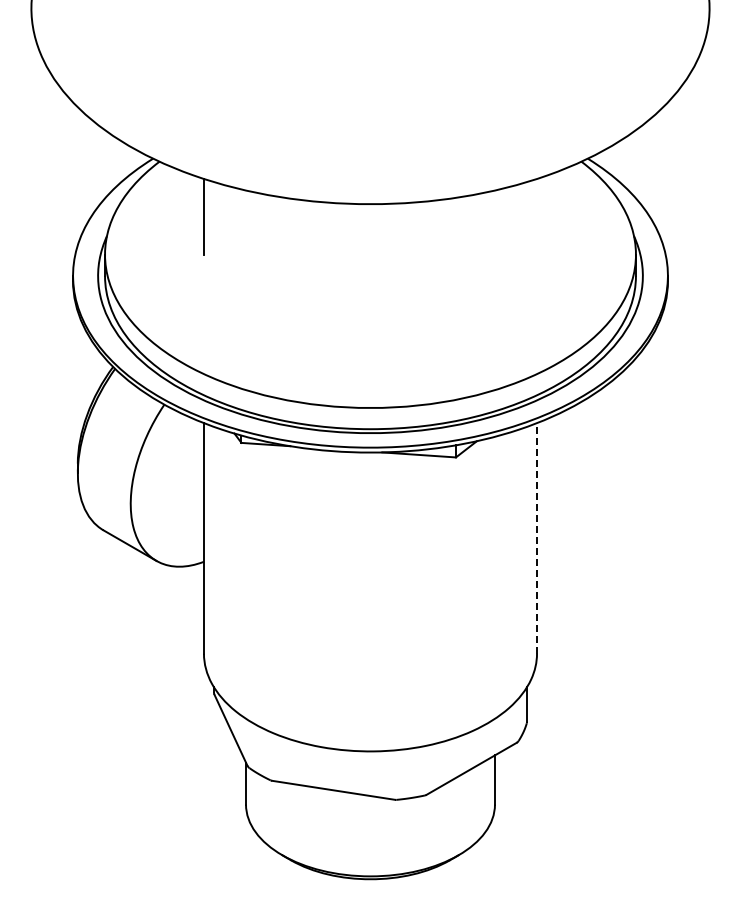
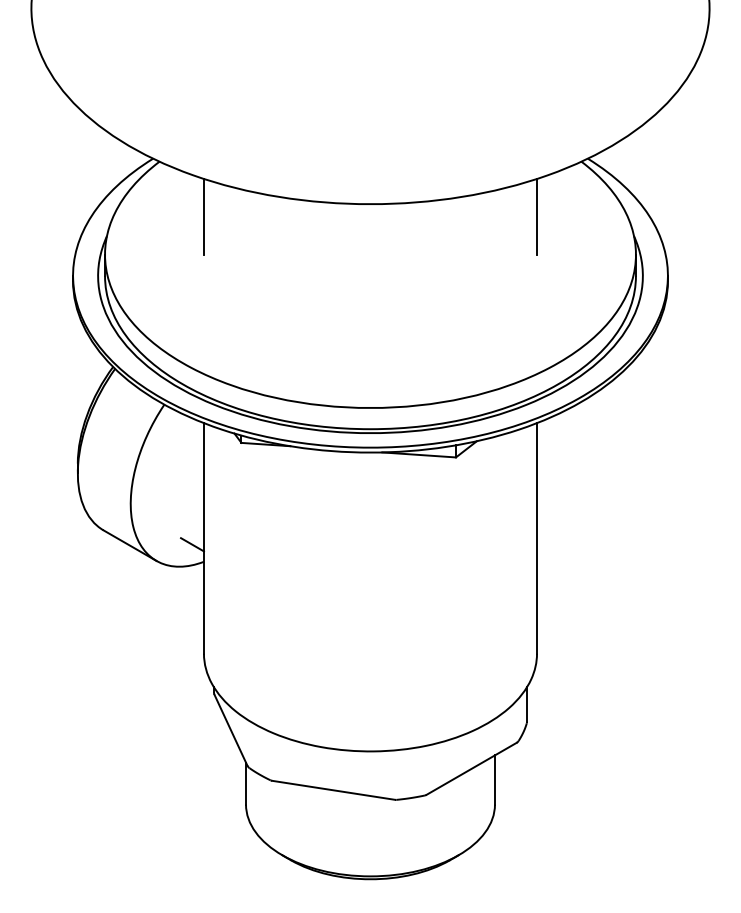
line at (537, 216): none -> present
line at (537, 537): dashed -> solid
line at (192, 544): none -> present
